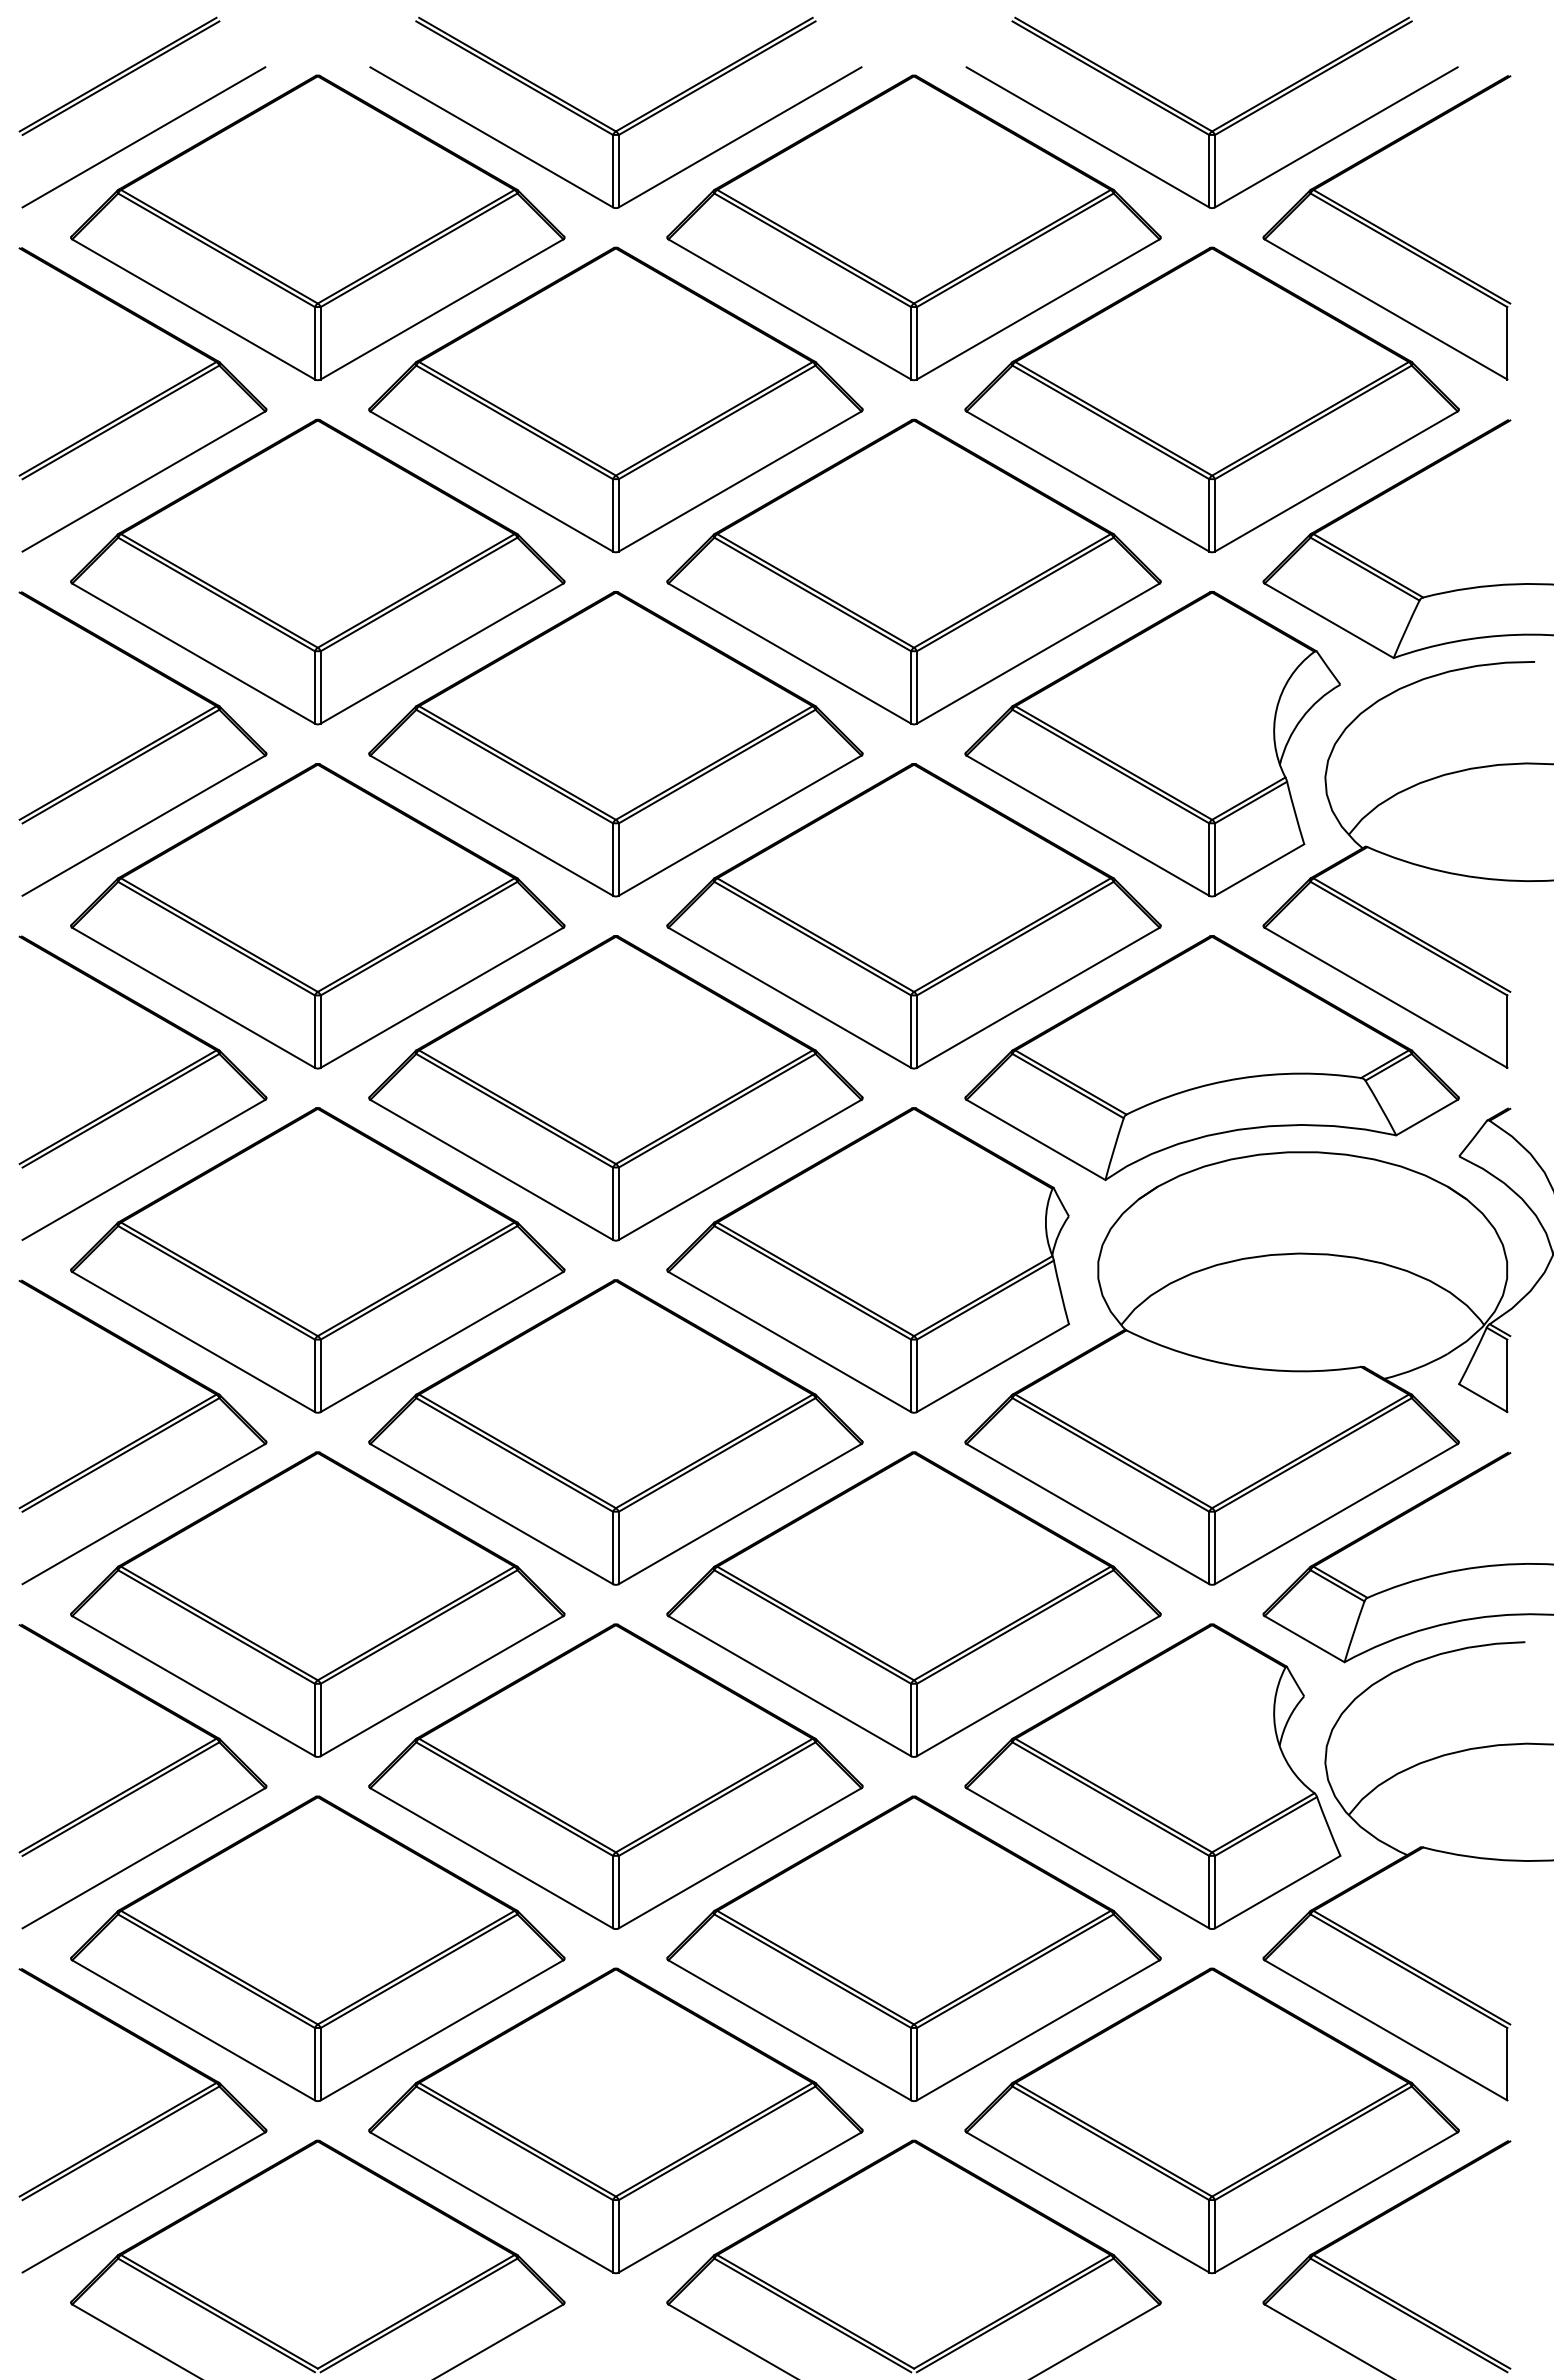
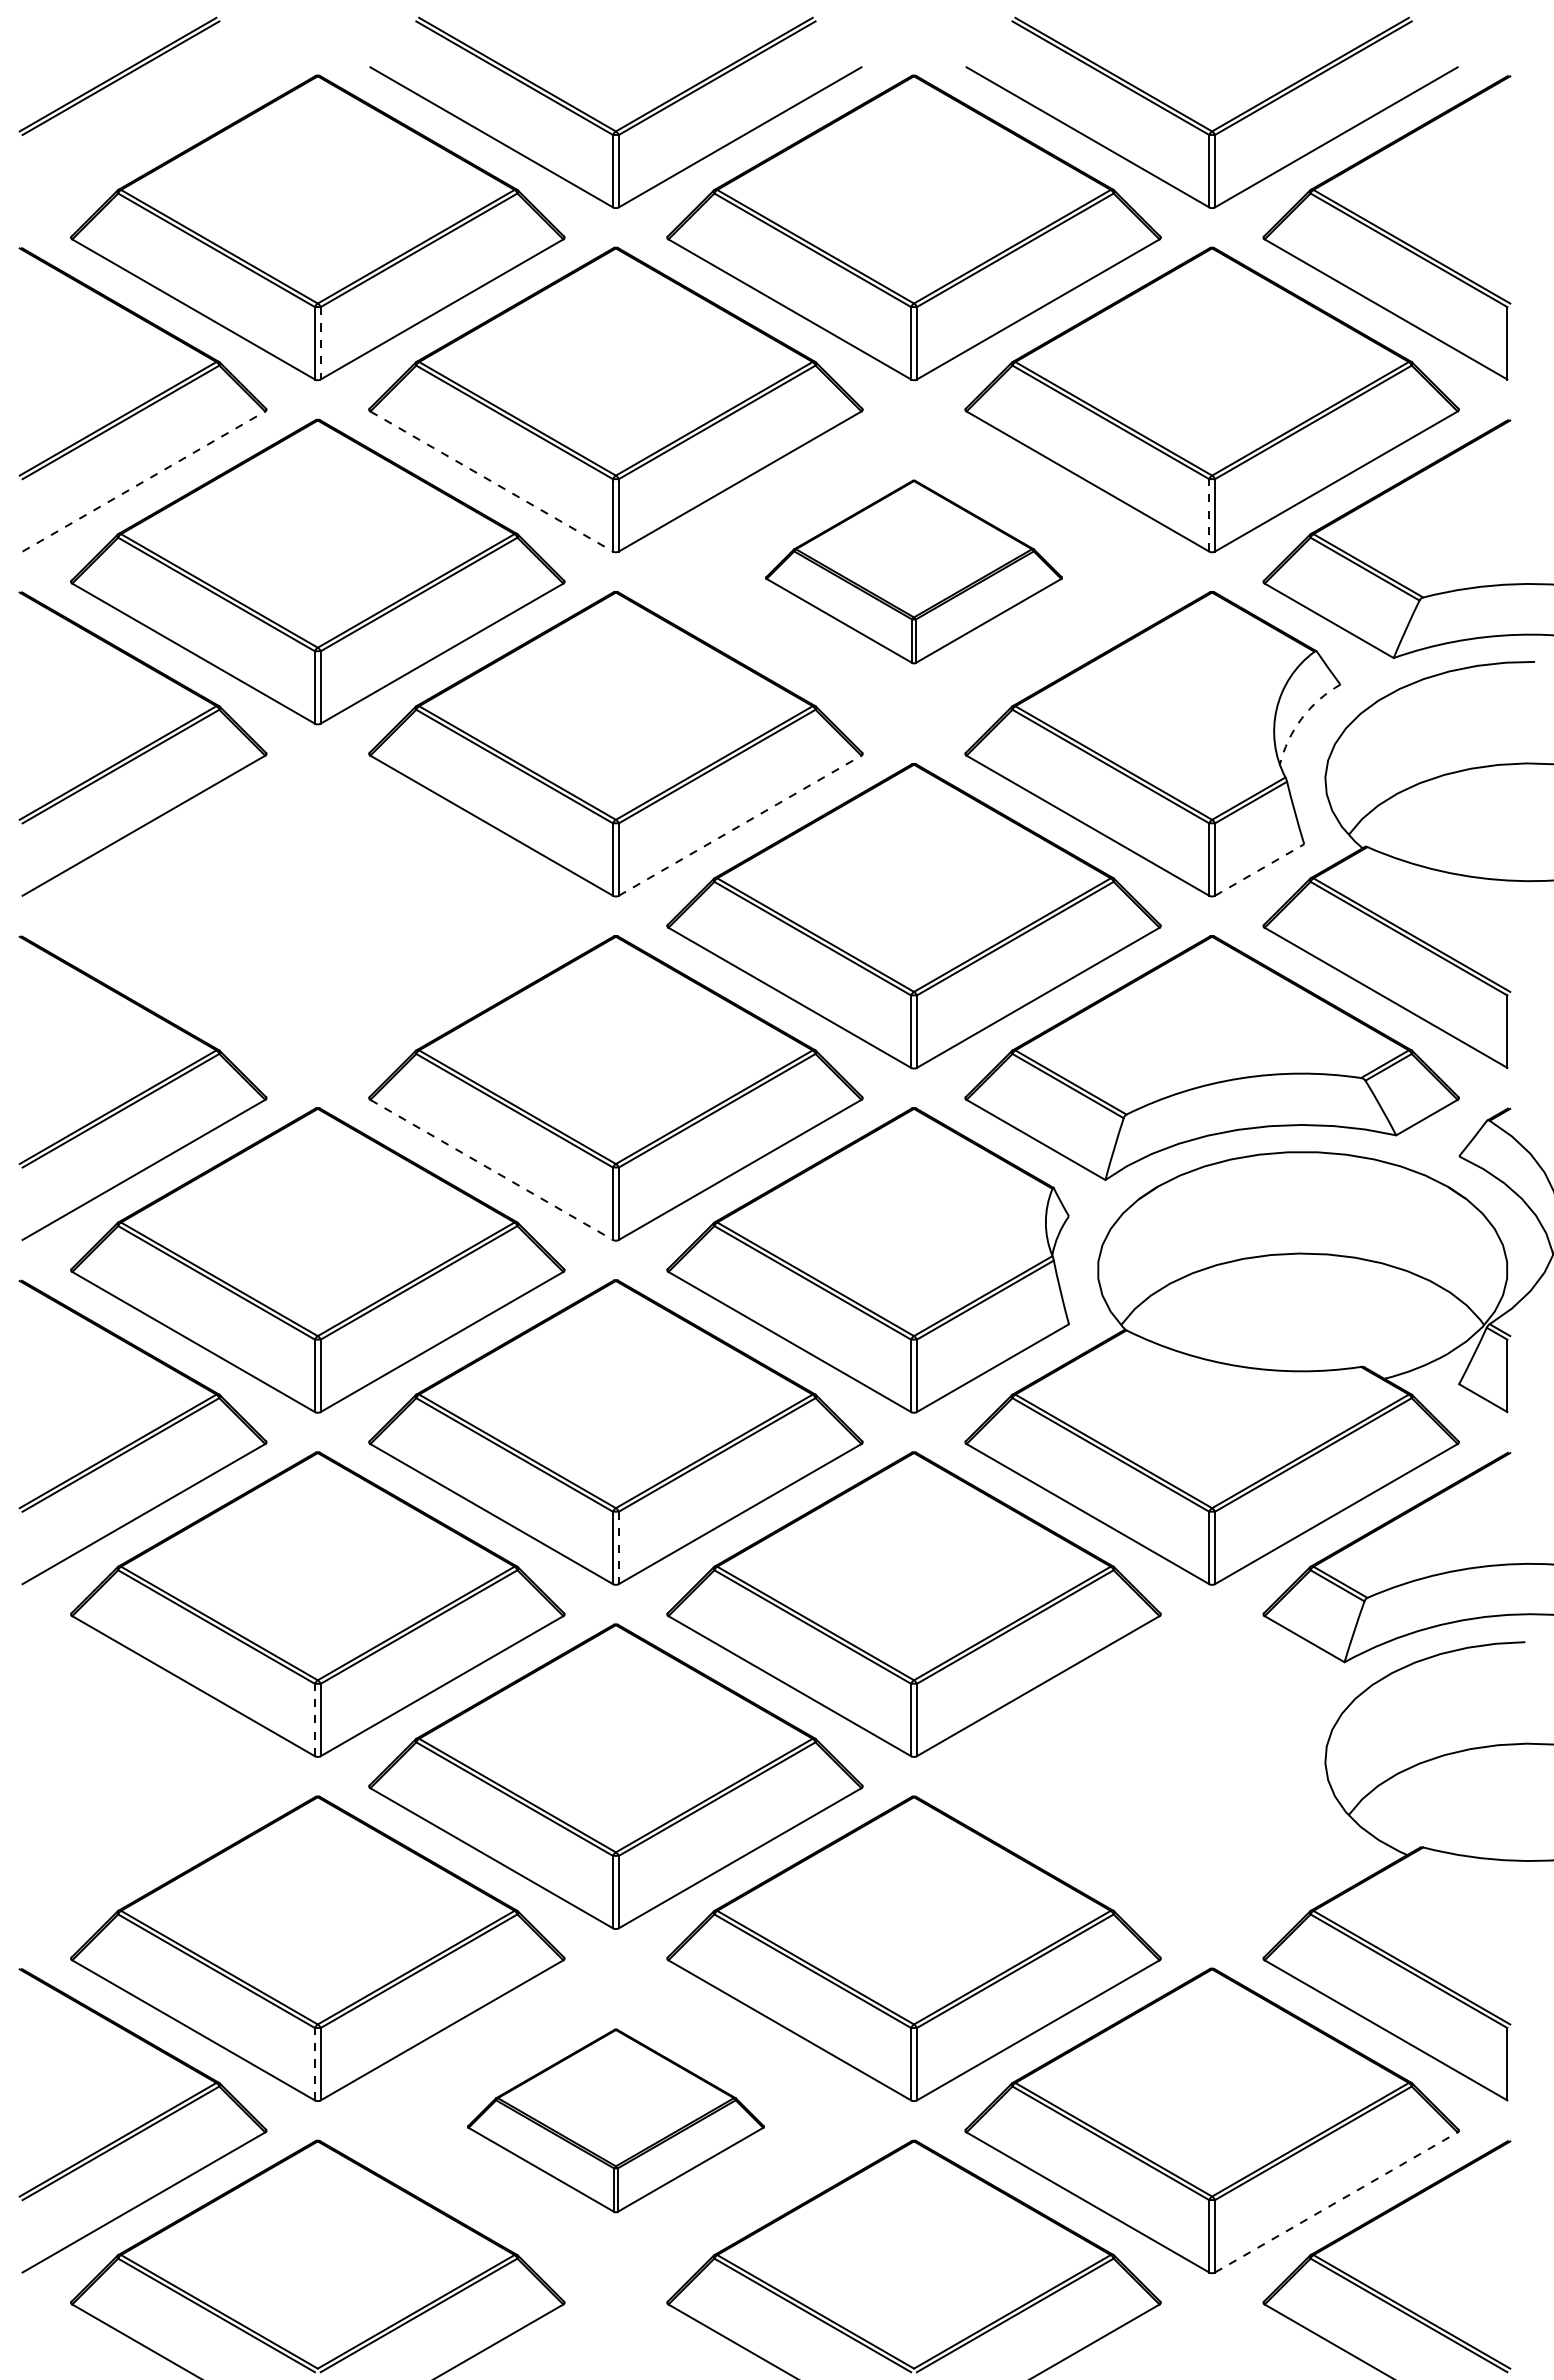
line at (143, 137): present -> none
line at (320, 343): solid -> dashed
line at (144, 481): solid -> dashed
line at (492, 481): solid -> dashed
line at (1209, 514): solid -> dashed
part at (913, 571) size: 496x308 px -> 298x186 px
arc at (1301, 718): solid -> dashed
line at (740, 825): solid -> dashed
line at (1259, 870): solid -> dashed
part at (317, 916): present -> none
line at (492, 1170): solid -> dashed
line at (618, 1548): solid -> dashed
line at (314, 1719): solid -> dashed
part at (142, 1776): present -> none
part at (1152, 1776): present -> none
line at (314, 2063): solid -> dashed
part at (615, 2120) size: 496x308 px -> 298x186 px
line at (1336, 2202): solid -> dashed
